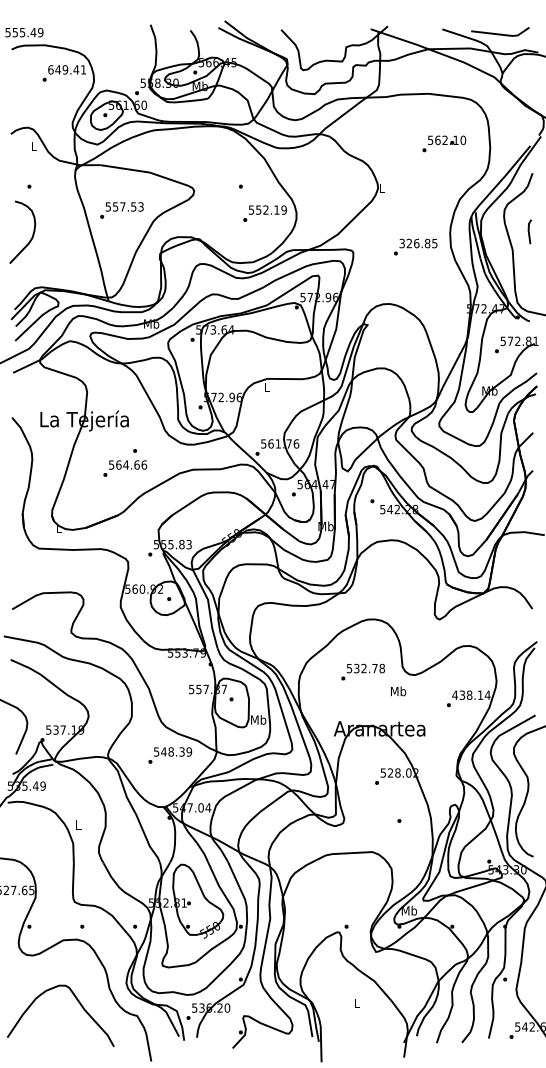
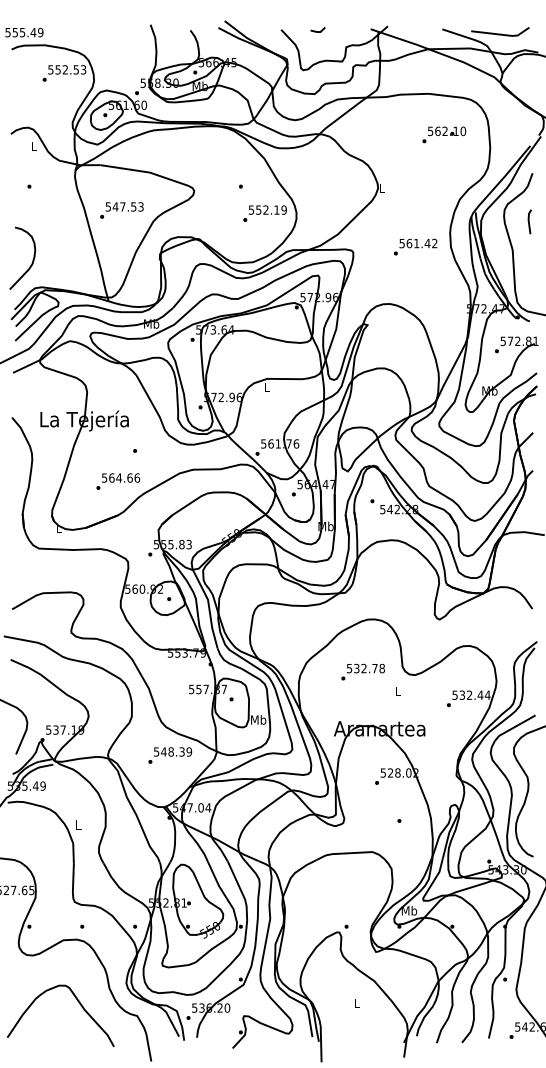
line at (317, 31): none -> present
text at (67, 69): 649.41 -> 552.53
text at (444, 143) position: (444, 143) -> (444, 134)
text at (115, 206): 557.53 -> 547.53
line at (529, 231) position: (529, 231) -> (529, 221)
curve at (32, 233) position: (32, 233) -> (32, 259)
text at (418, 243): 326.85 -> 561.42
text at (125, 468) position: (125, 468) -> (118, 481)
text at (398, 691): Mb -> L
text at (467, 694): 438.14 -> 532.44
